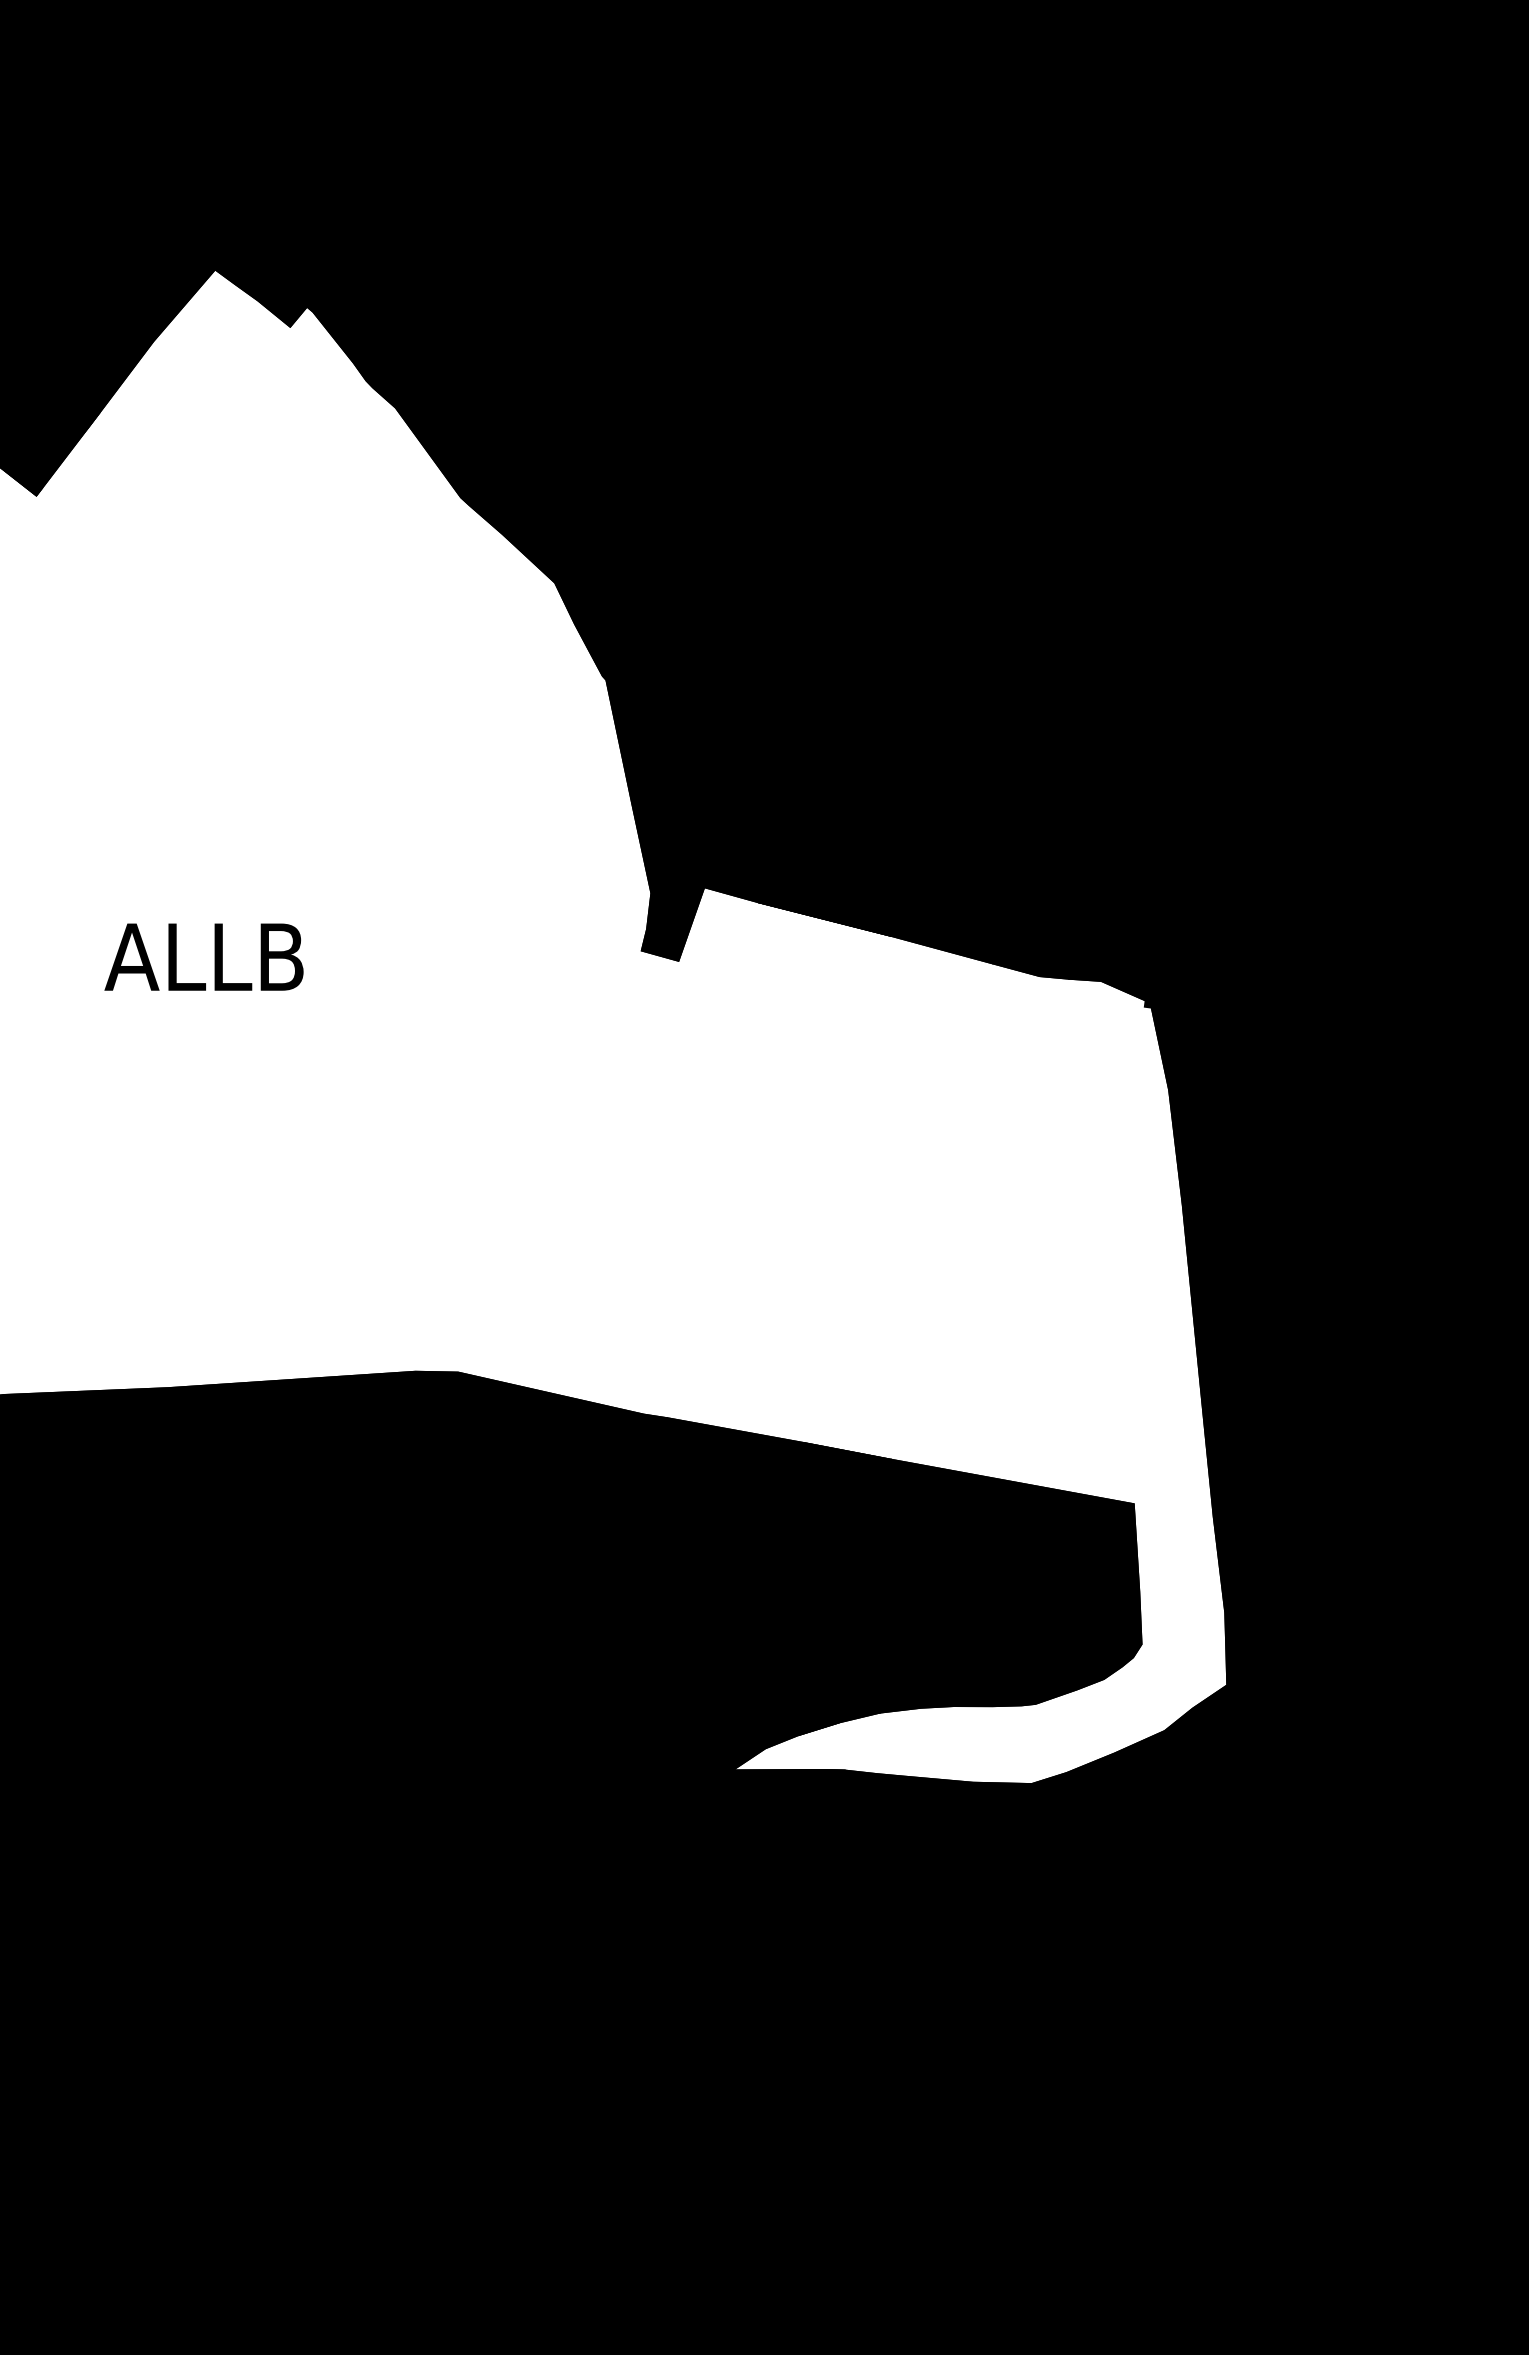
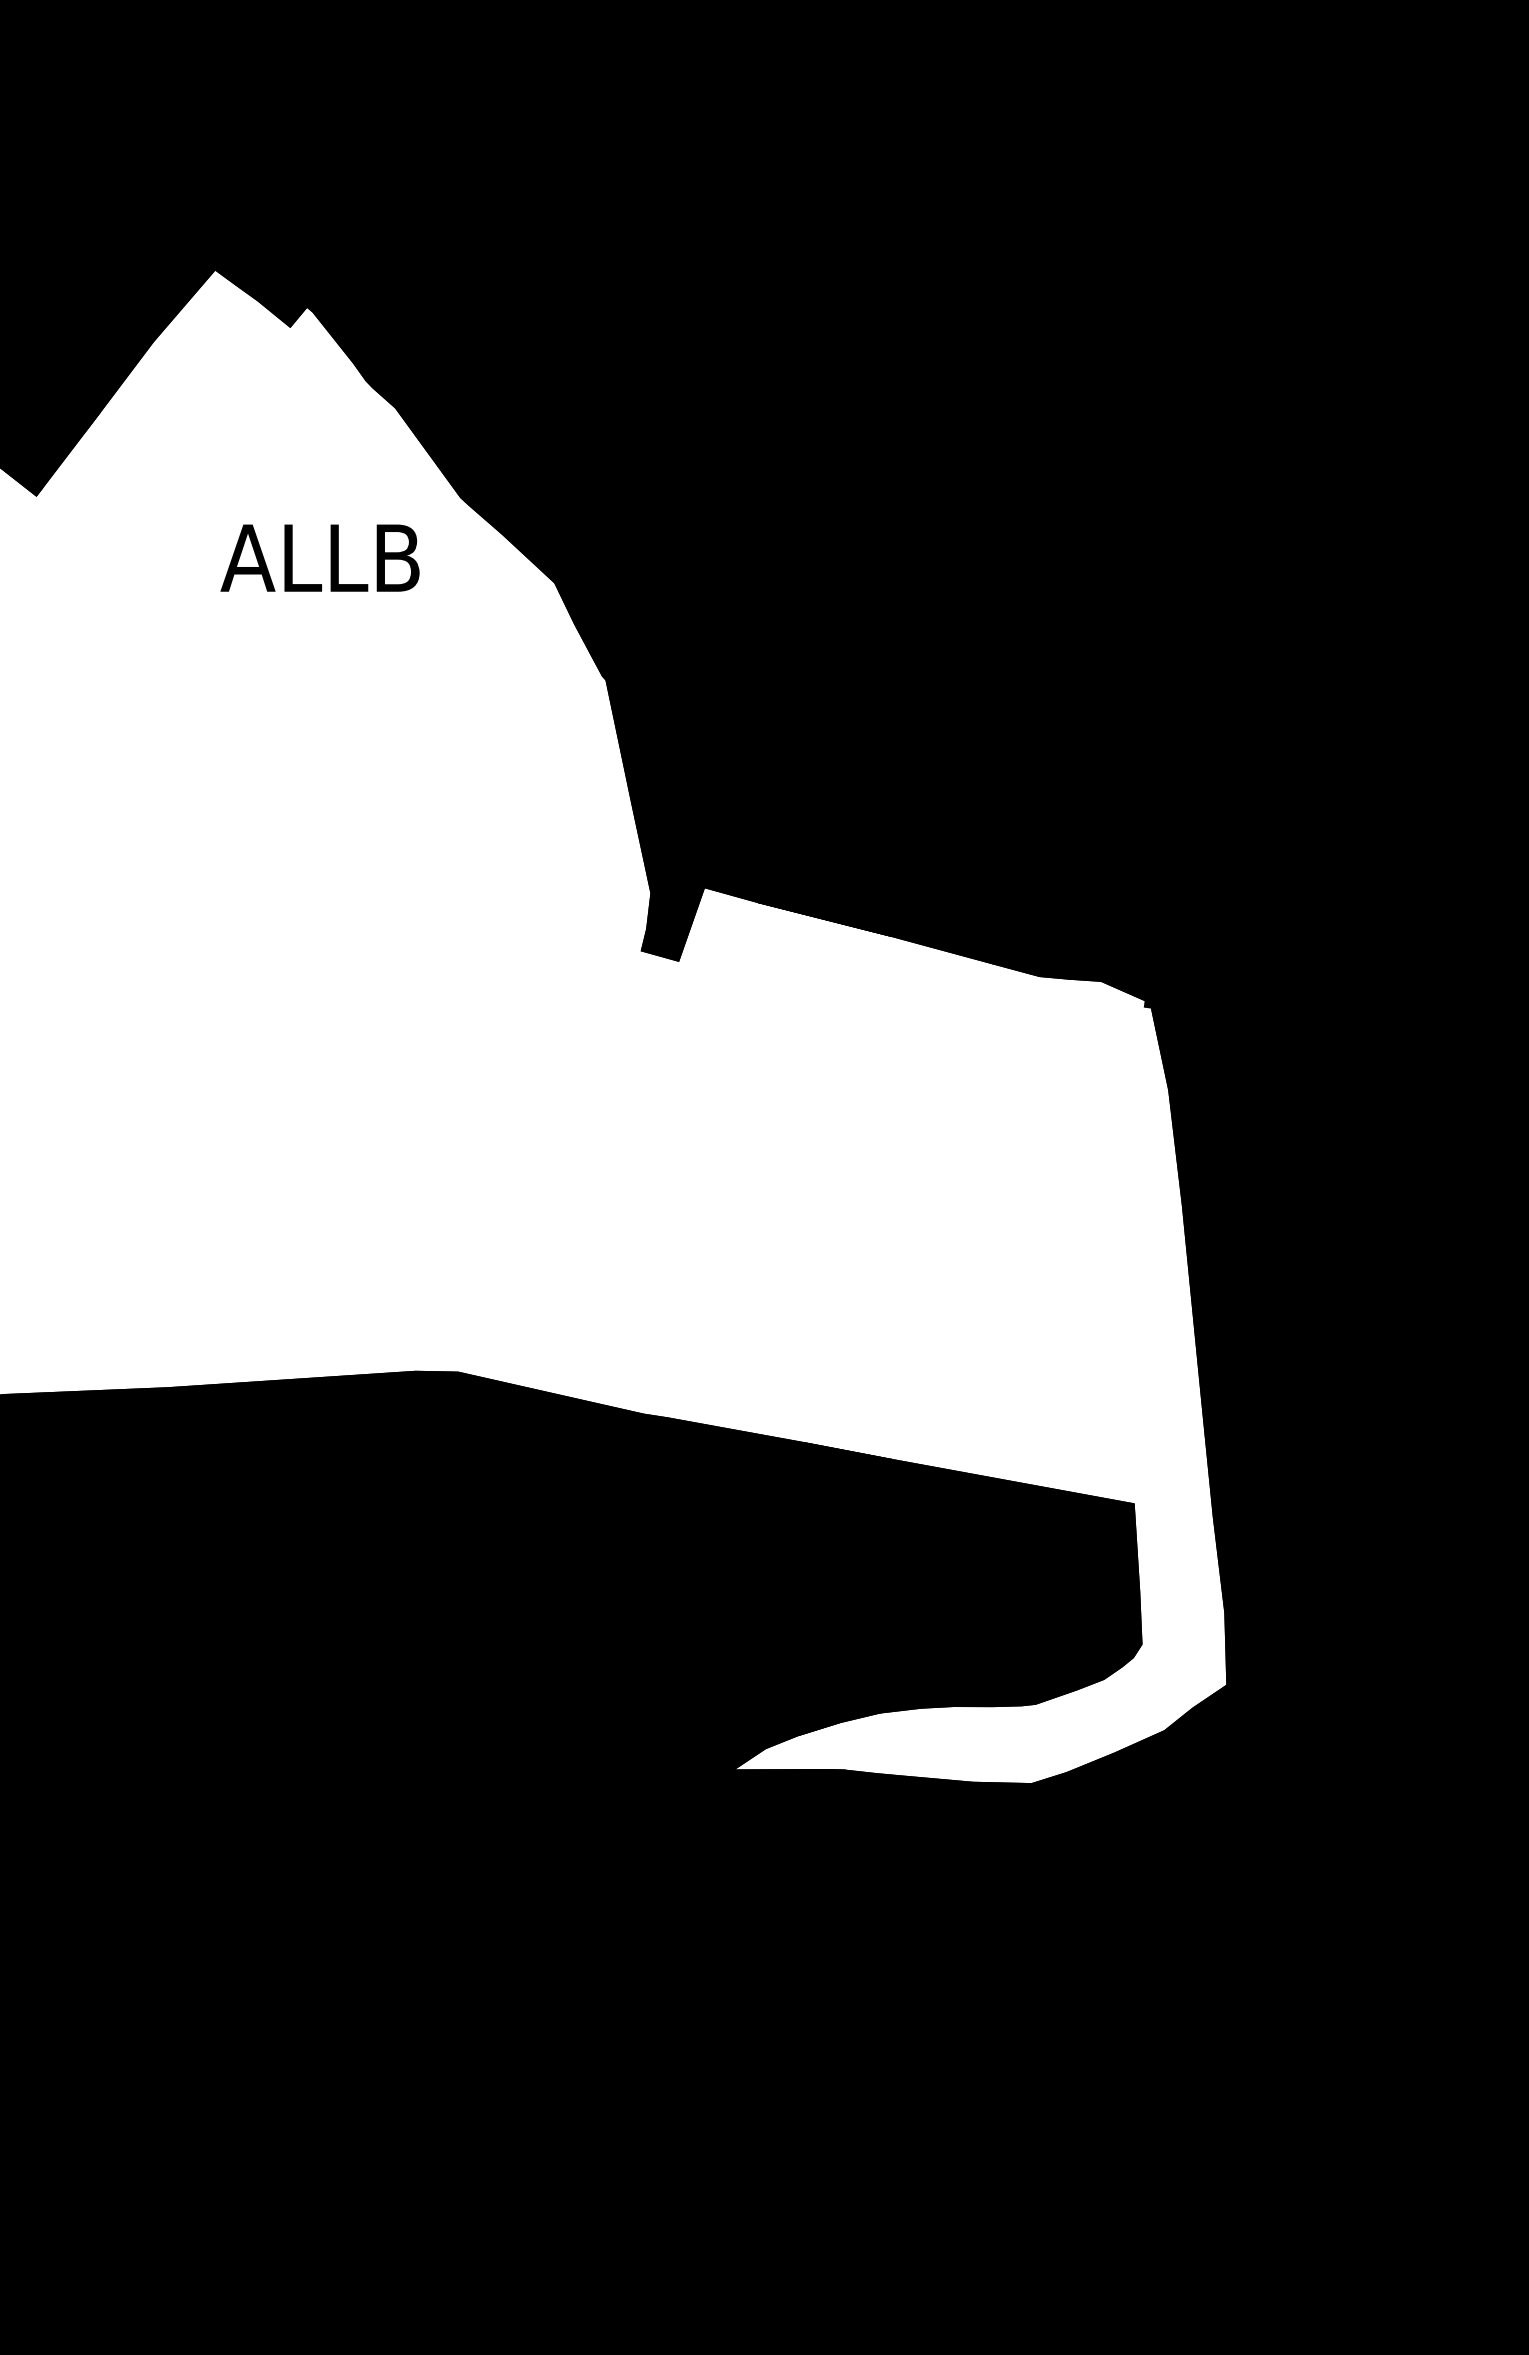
text at (203, 956) position: (203, 956) -> (319, 557)
